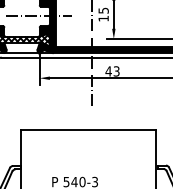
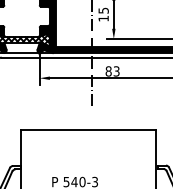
line at (37, 15): present -> none
text at (108, 71): 43 -> 83
